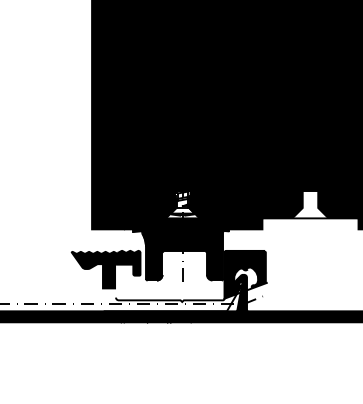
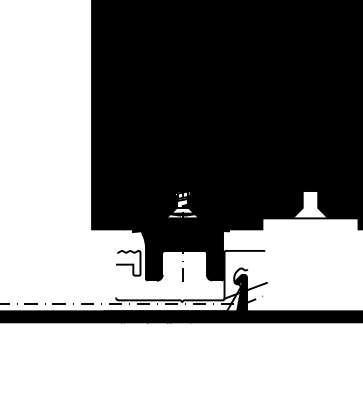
fill at (105, 269): present -> none
fill at (245, 274): present -> none
